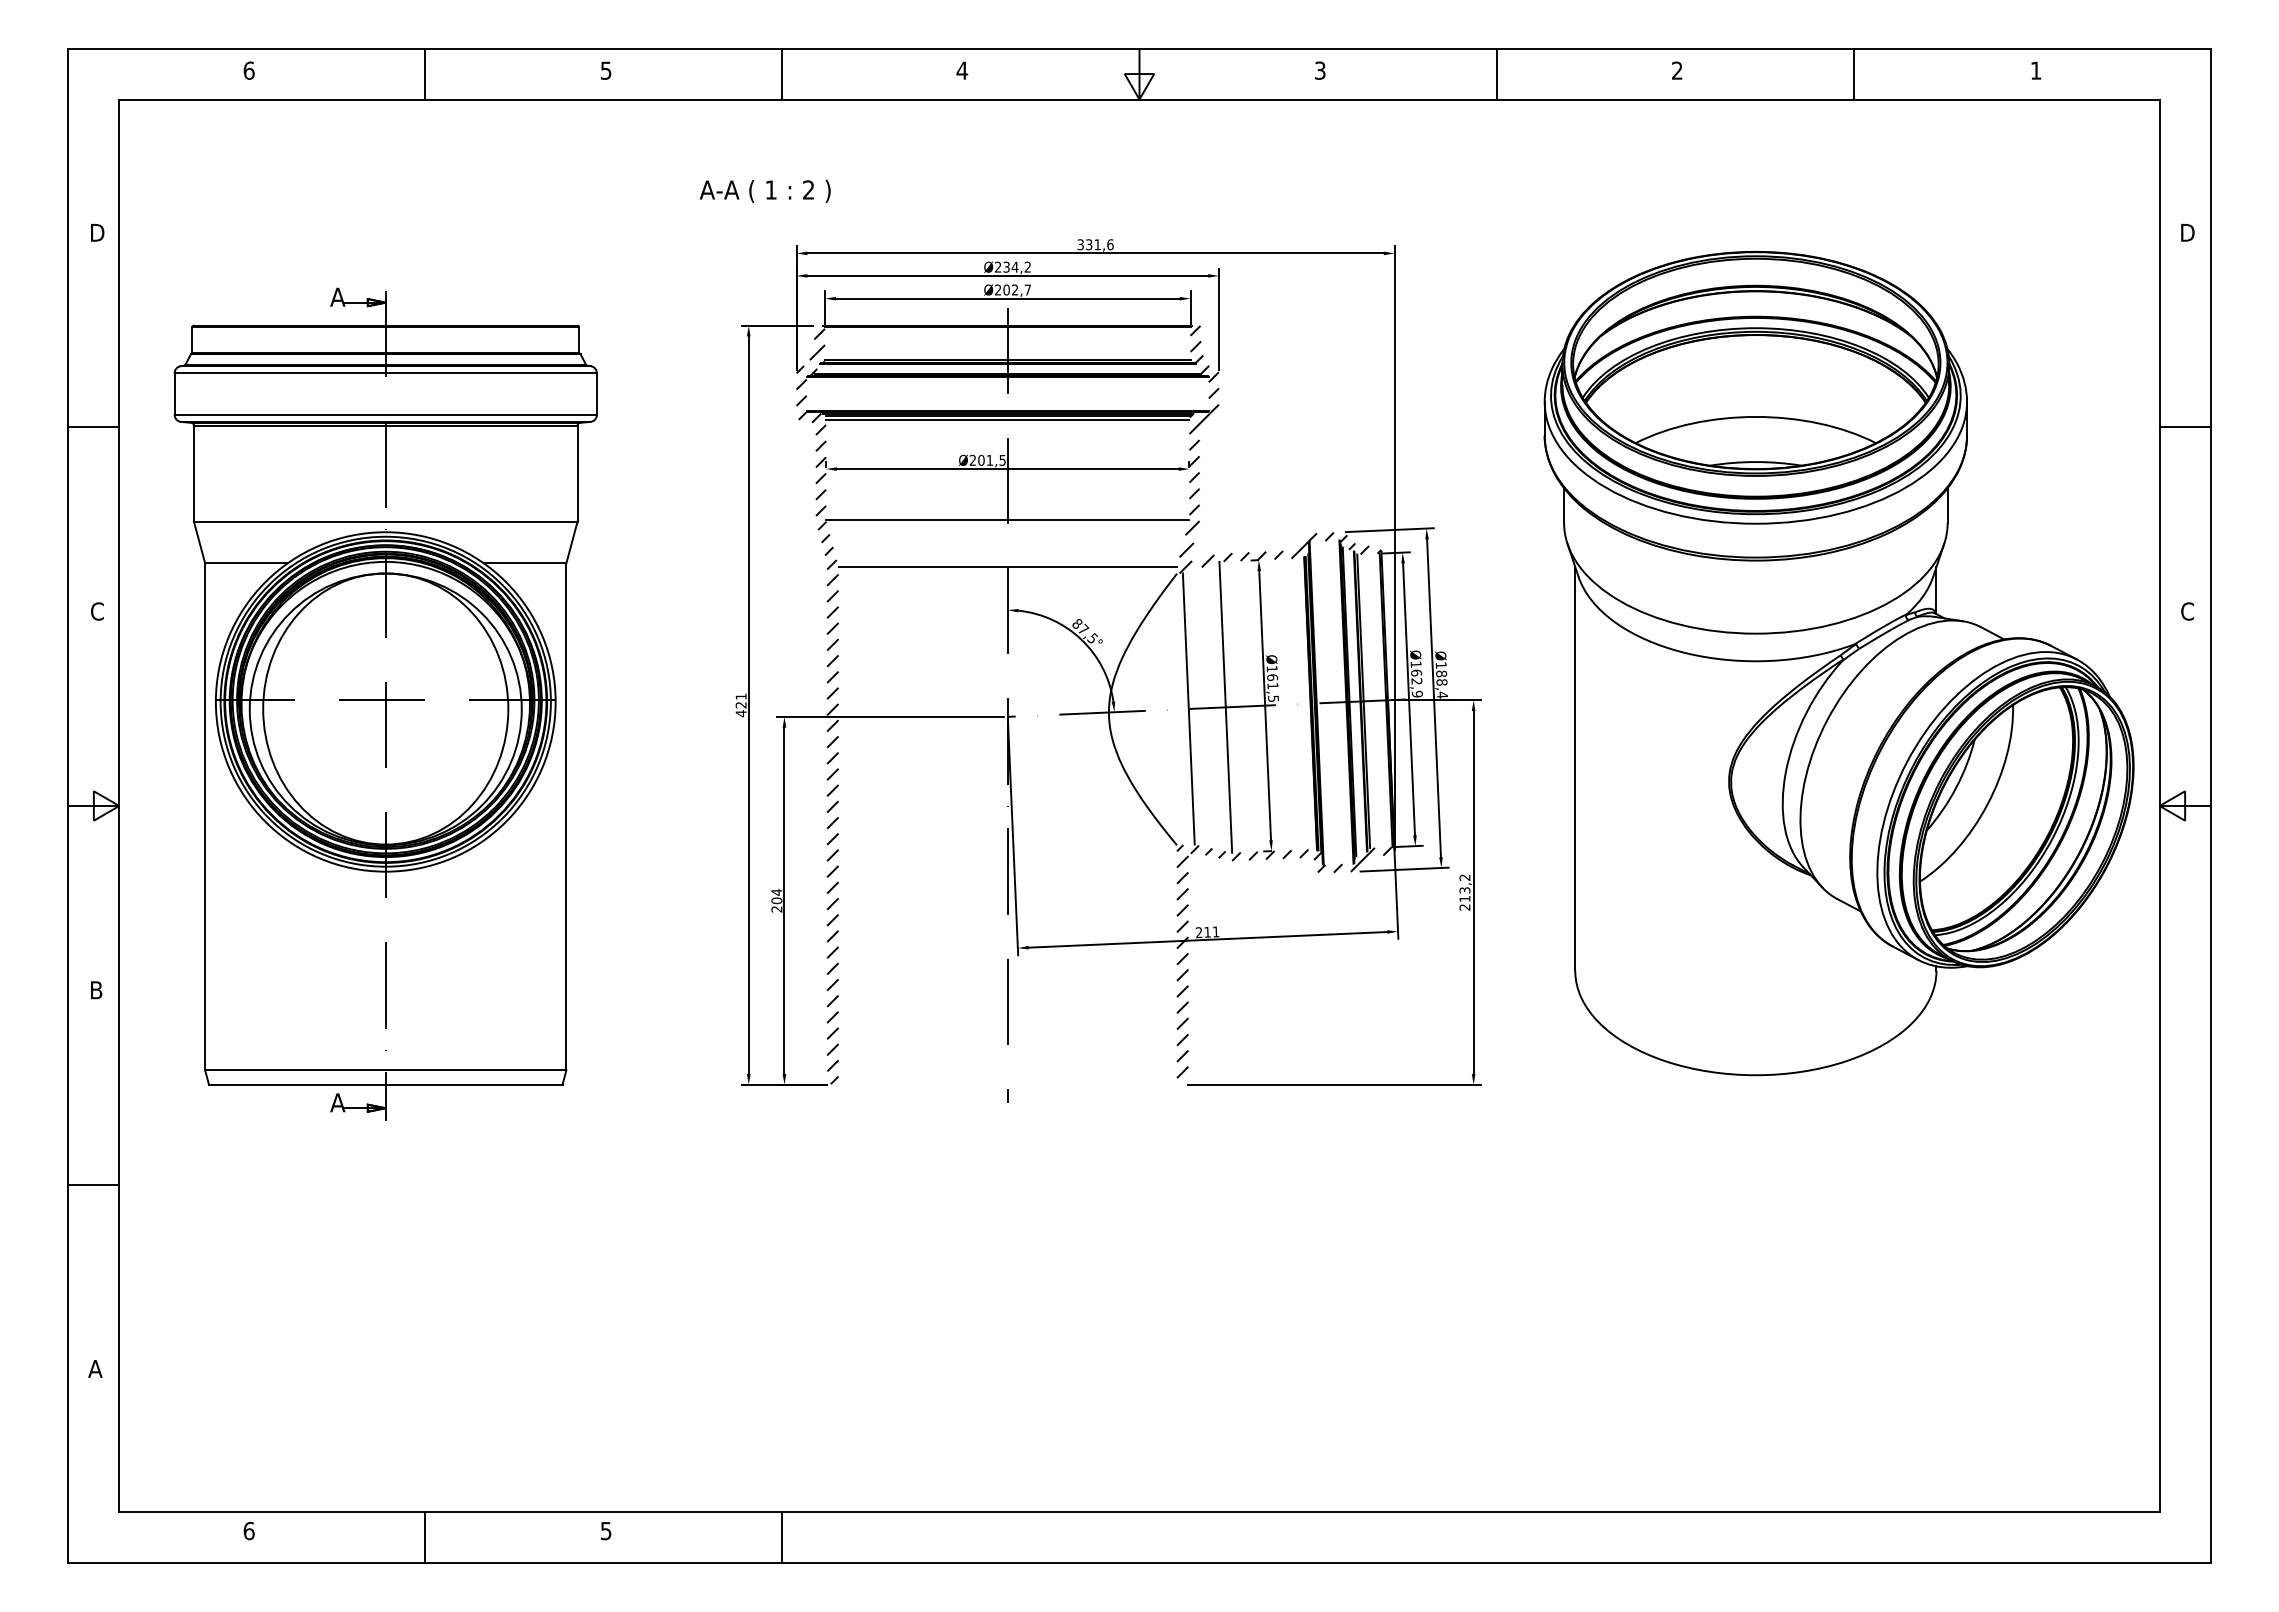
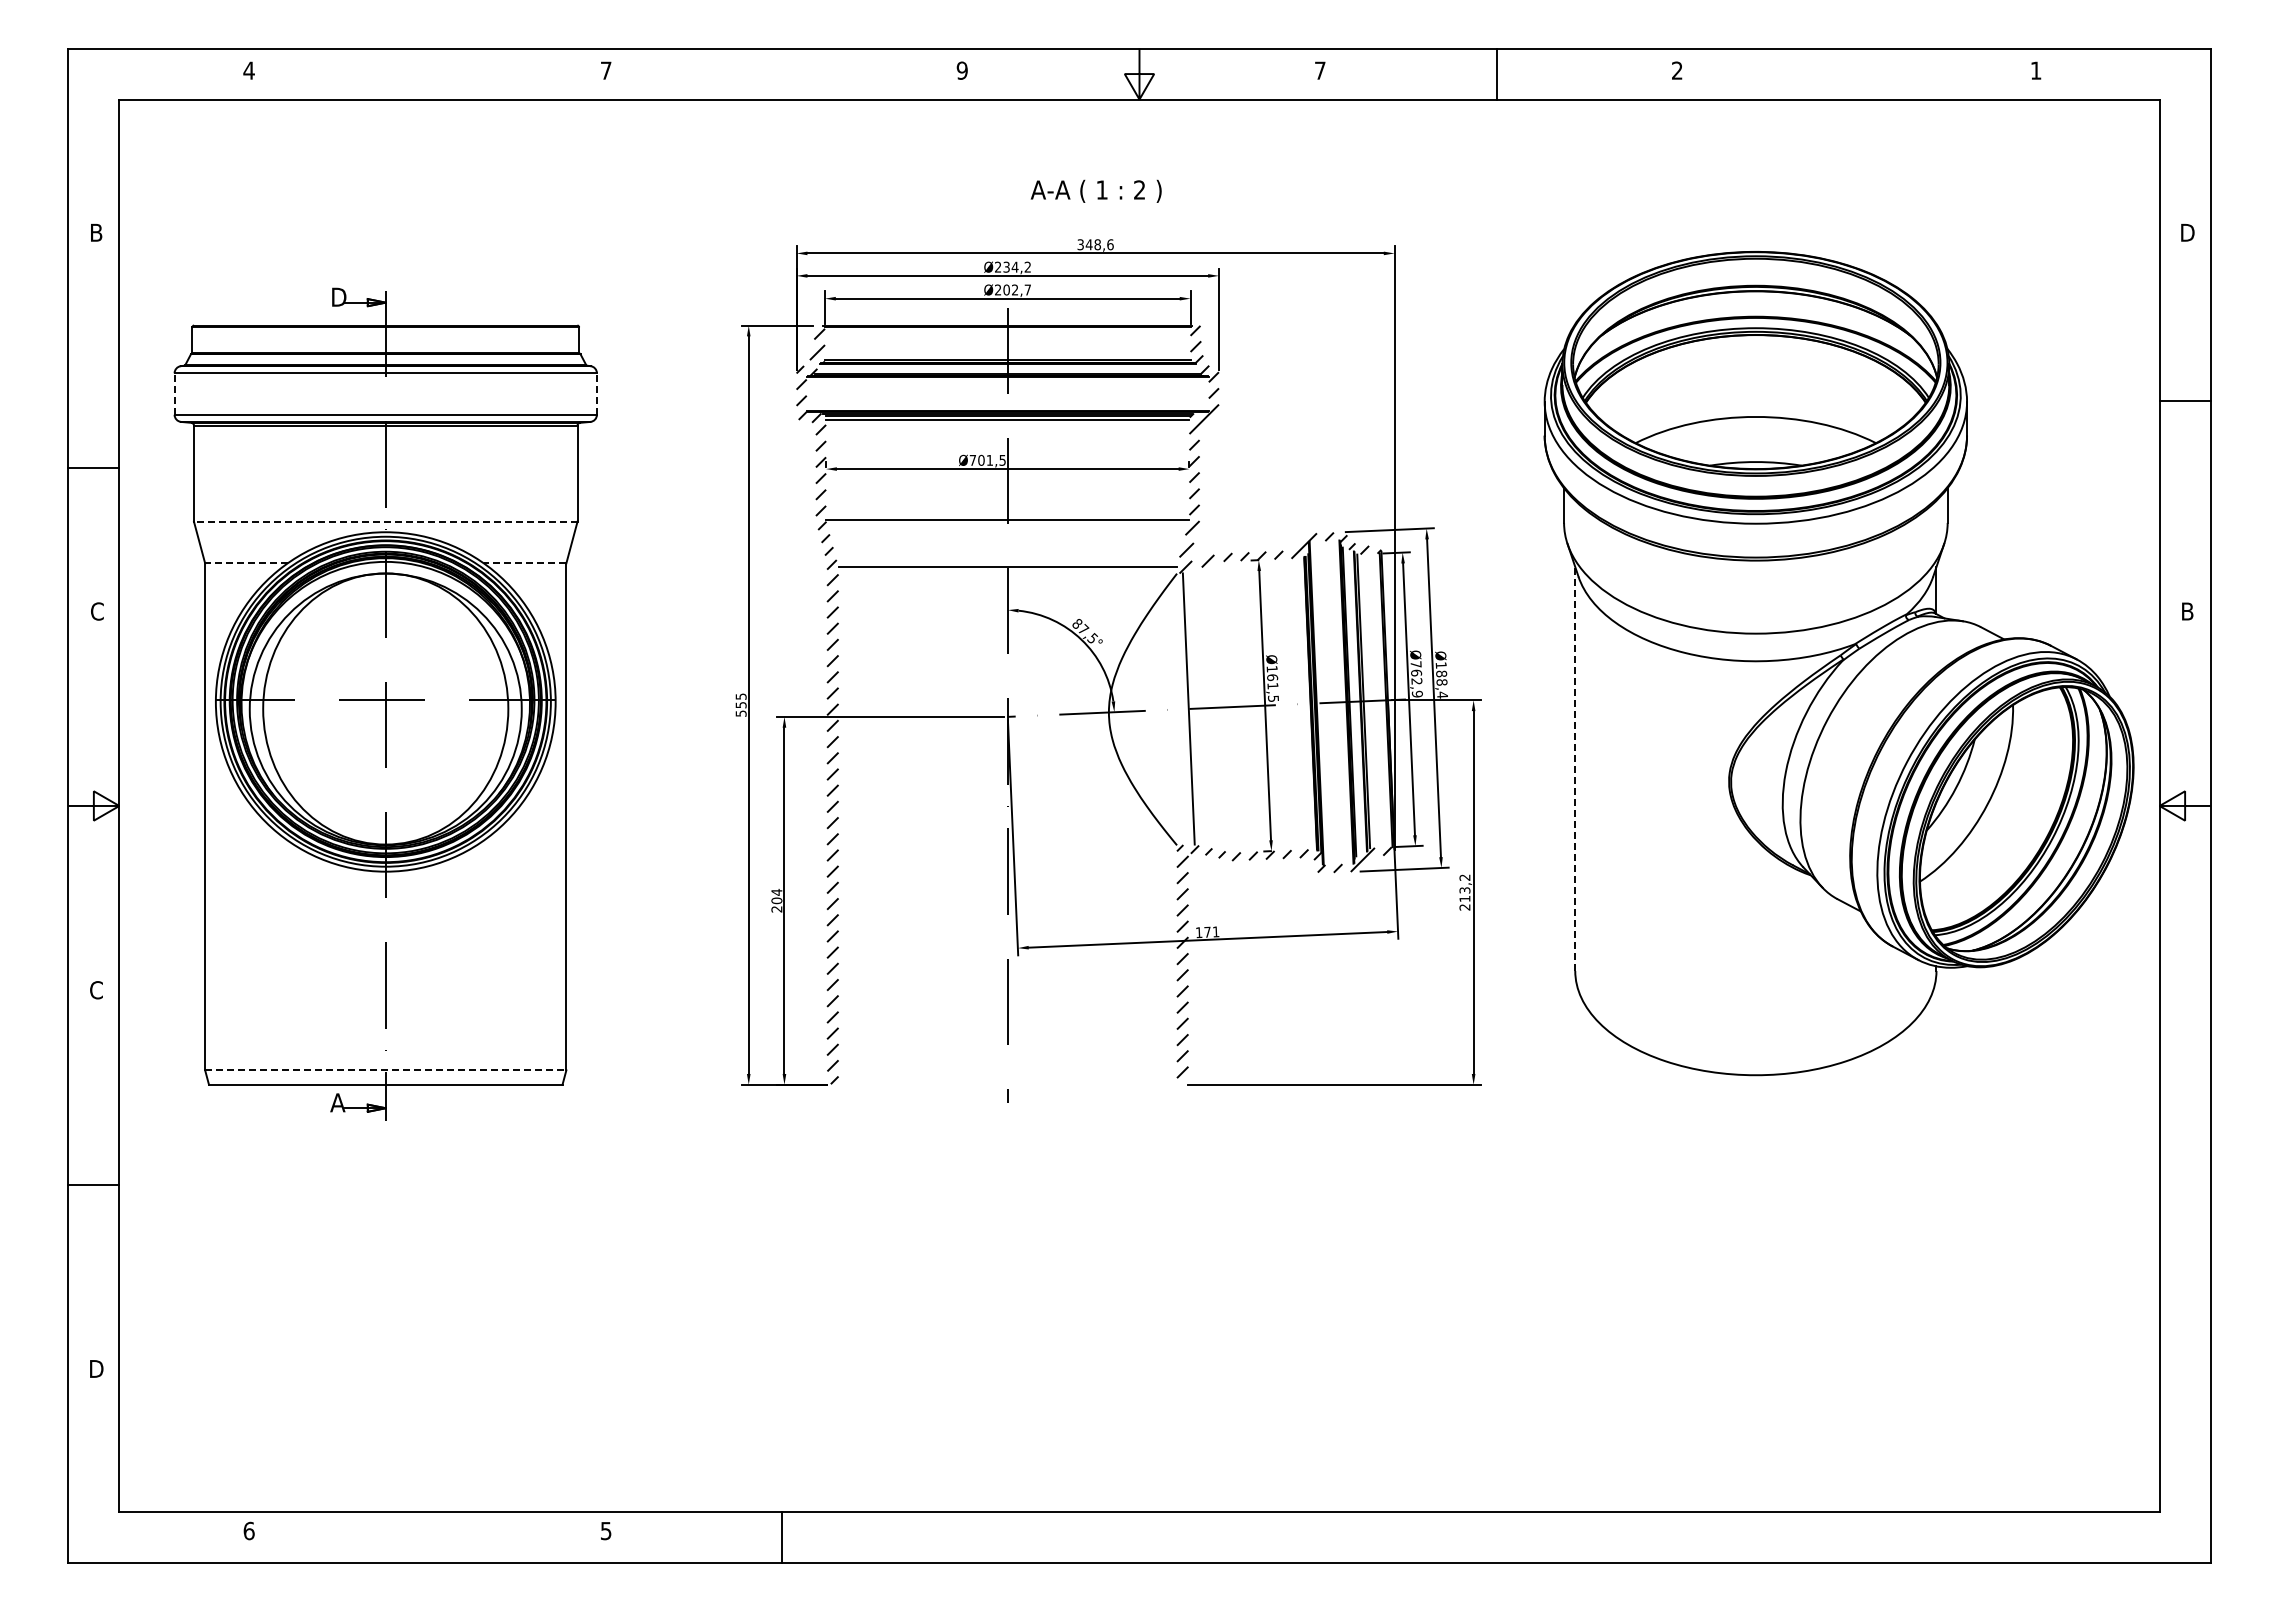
text at (248, 70): 6 -> 4
text at (606, 70): 5 -> 7
text at (962, 70): 4 -> 9
text at (1320, 70): 3 -> 7
line at (425, 73): present -> none
line at (782, 73): present -> none
line at (1853, 73): present -> none
text at (764, 190) position: (764, 190) -> (1095, 190)
text at (98, 232): D -> B
text at (1092, 244): 331,6 -> 348,6
text at (338, 296): A -> D
line at (174, 394): solid -> dashed
line at (596, 394): solid -> dashed
line at (93, 427) position: (93, 427) -> (93, 468)
line at (2184, 427) position: (2184, 427) -> (2184, 401)
text at (972, 459): Ø201,5 -> Ø701,5
line at (385, 521): solid -> dashed
line at (245, 563): solid -> dashed
line at (524, 563): solid -> dashed
text at (2187, 611): C -> B
text at (1415, 664): Ø162,9 -> Ø762,9
text at (740, 705): 421 -> 555
line at (1225, 706): present -> none
line at (1575, 768): solid -> dashed
text at (1202, 932): 211 -> 171
text at (96, 990): B -> C
line at (385, 1070): solid -> dashed
text at (95, 1368): A -> D
line at (425, 1537): present -> none
